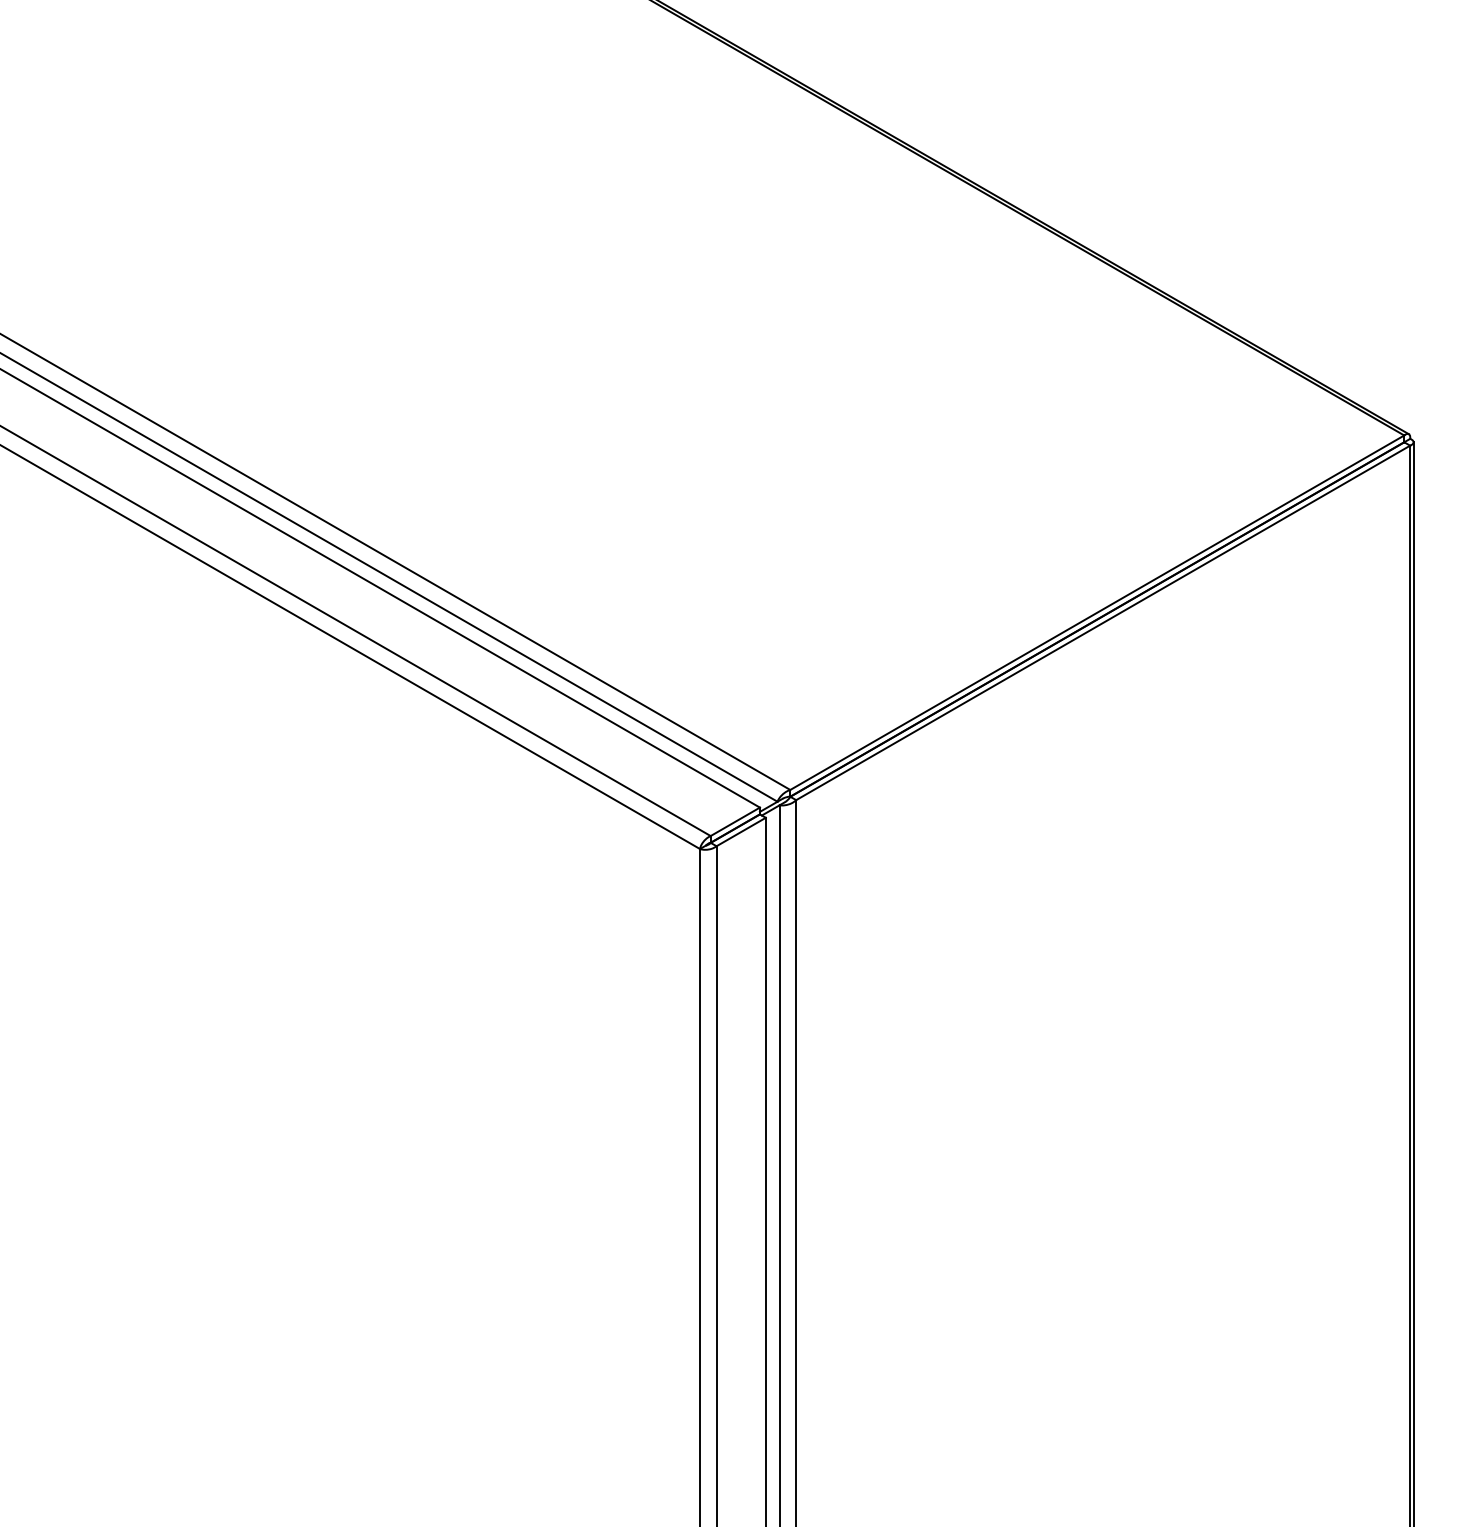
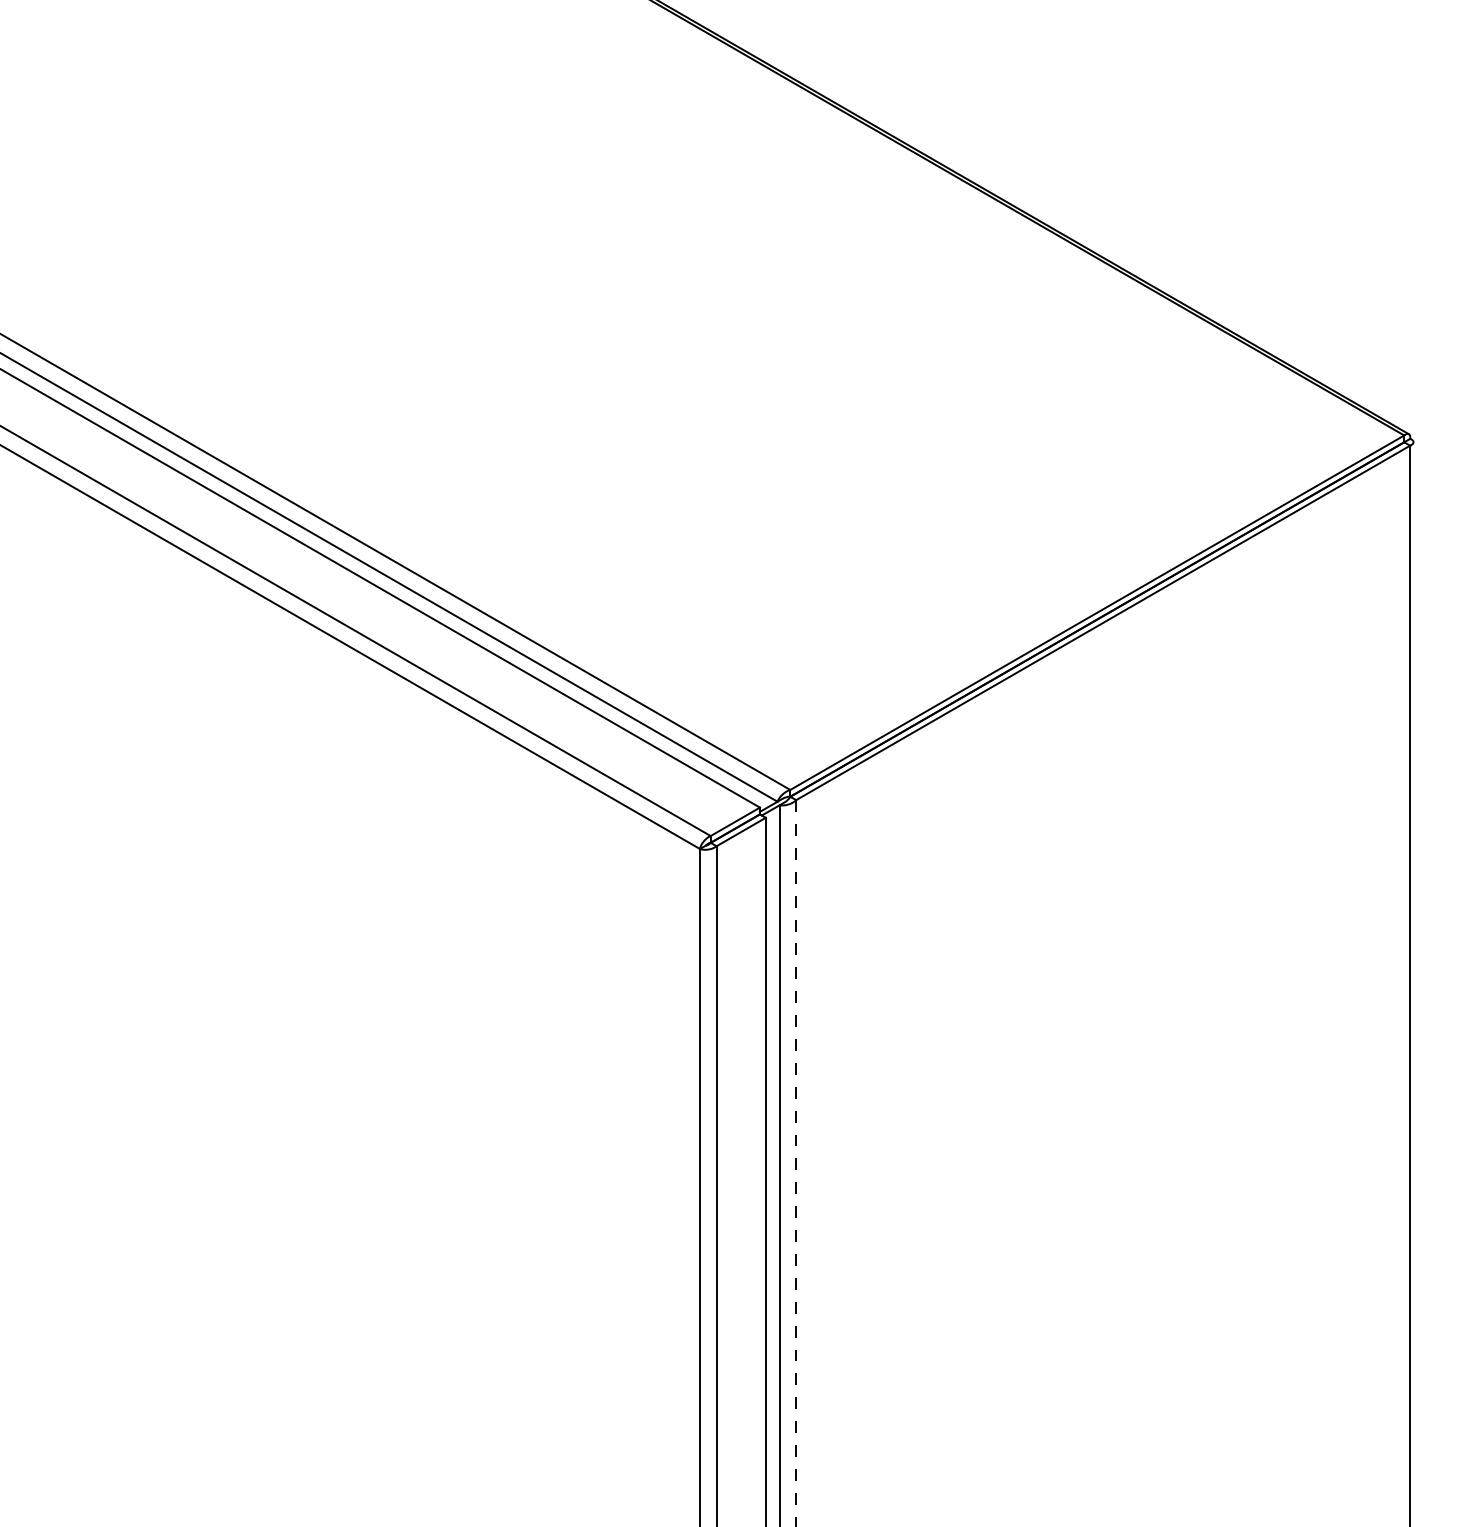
line at (1413, 982): present -> none
line at (796, 1163): solid -> dashed
